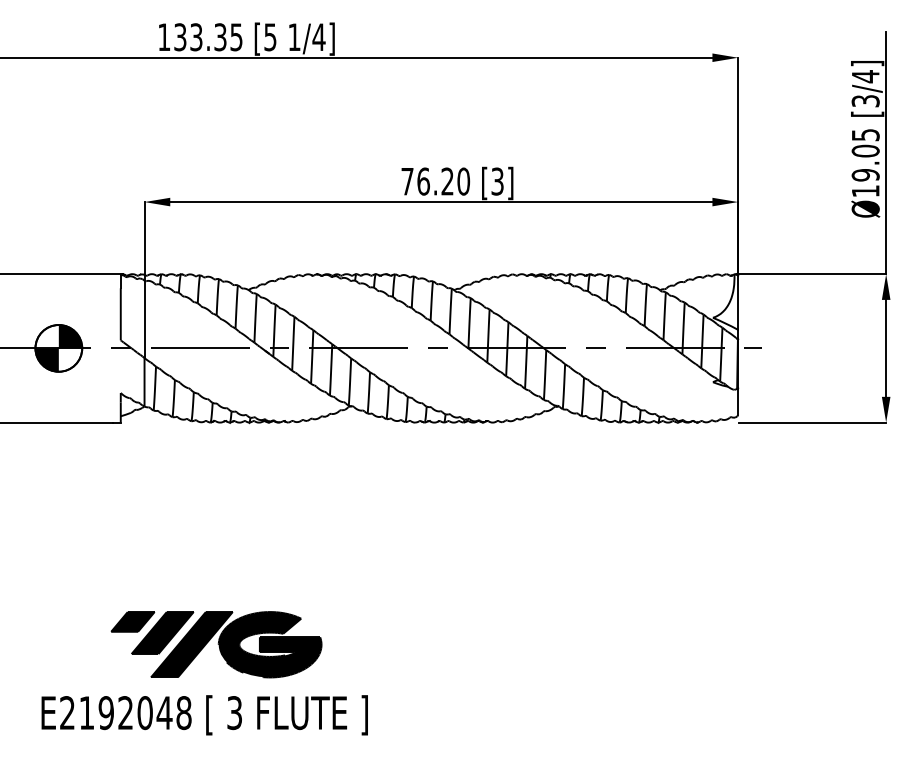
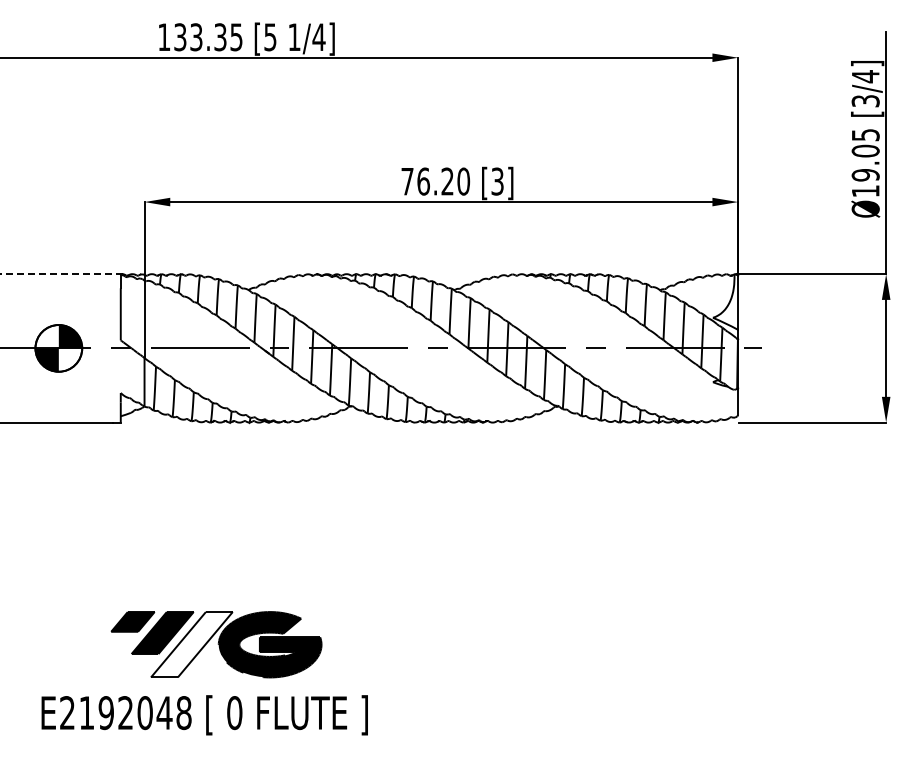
line at (60, 274): solid -> dashed
fill at (191, 644): present -> none
text at (234, 713): 3 -> 0
